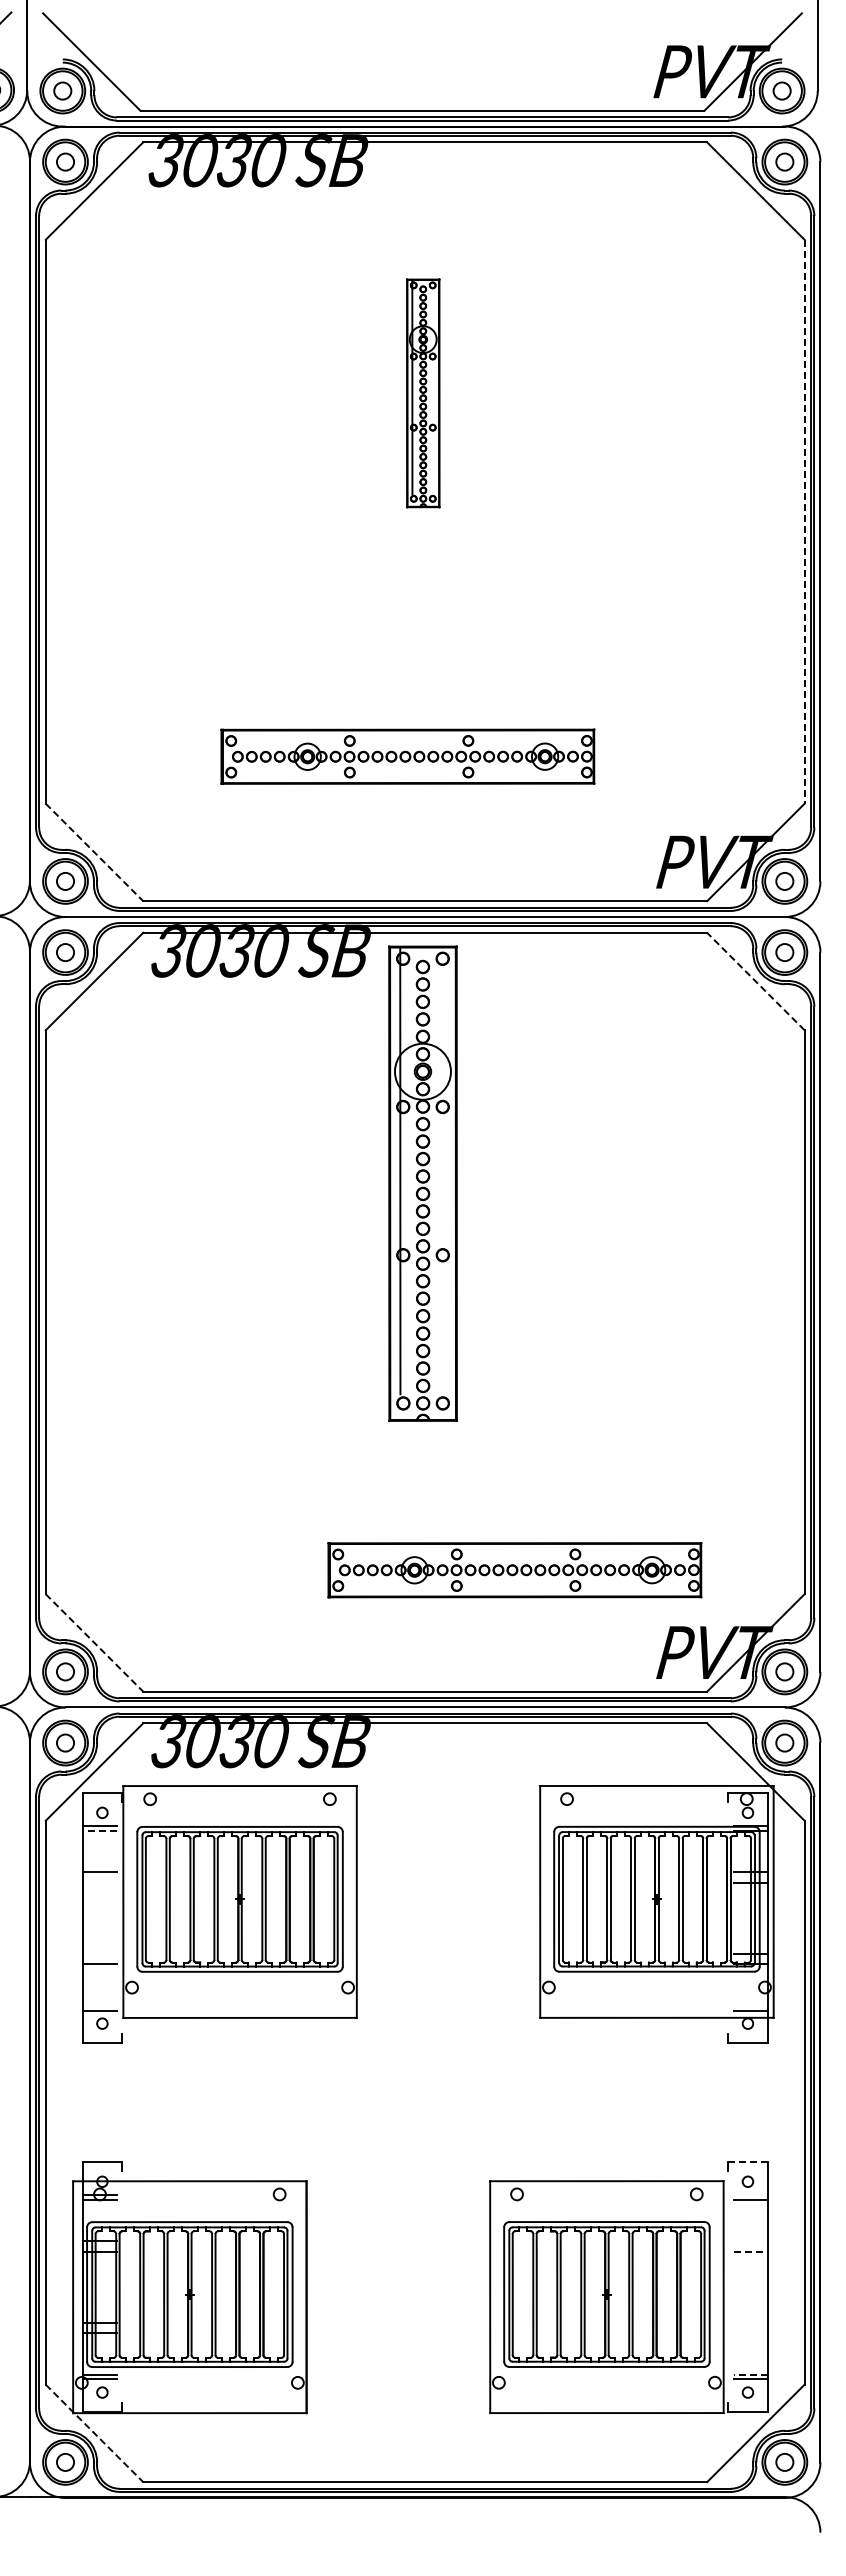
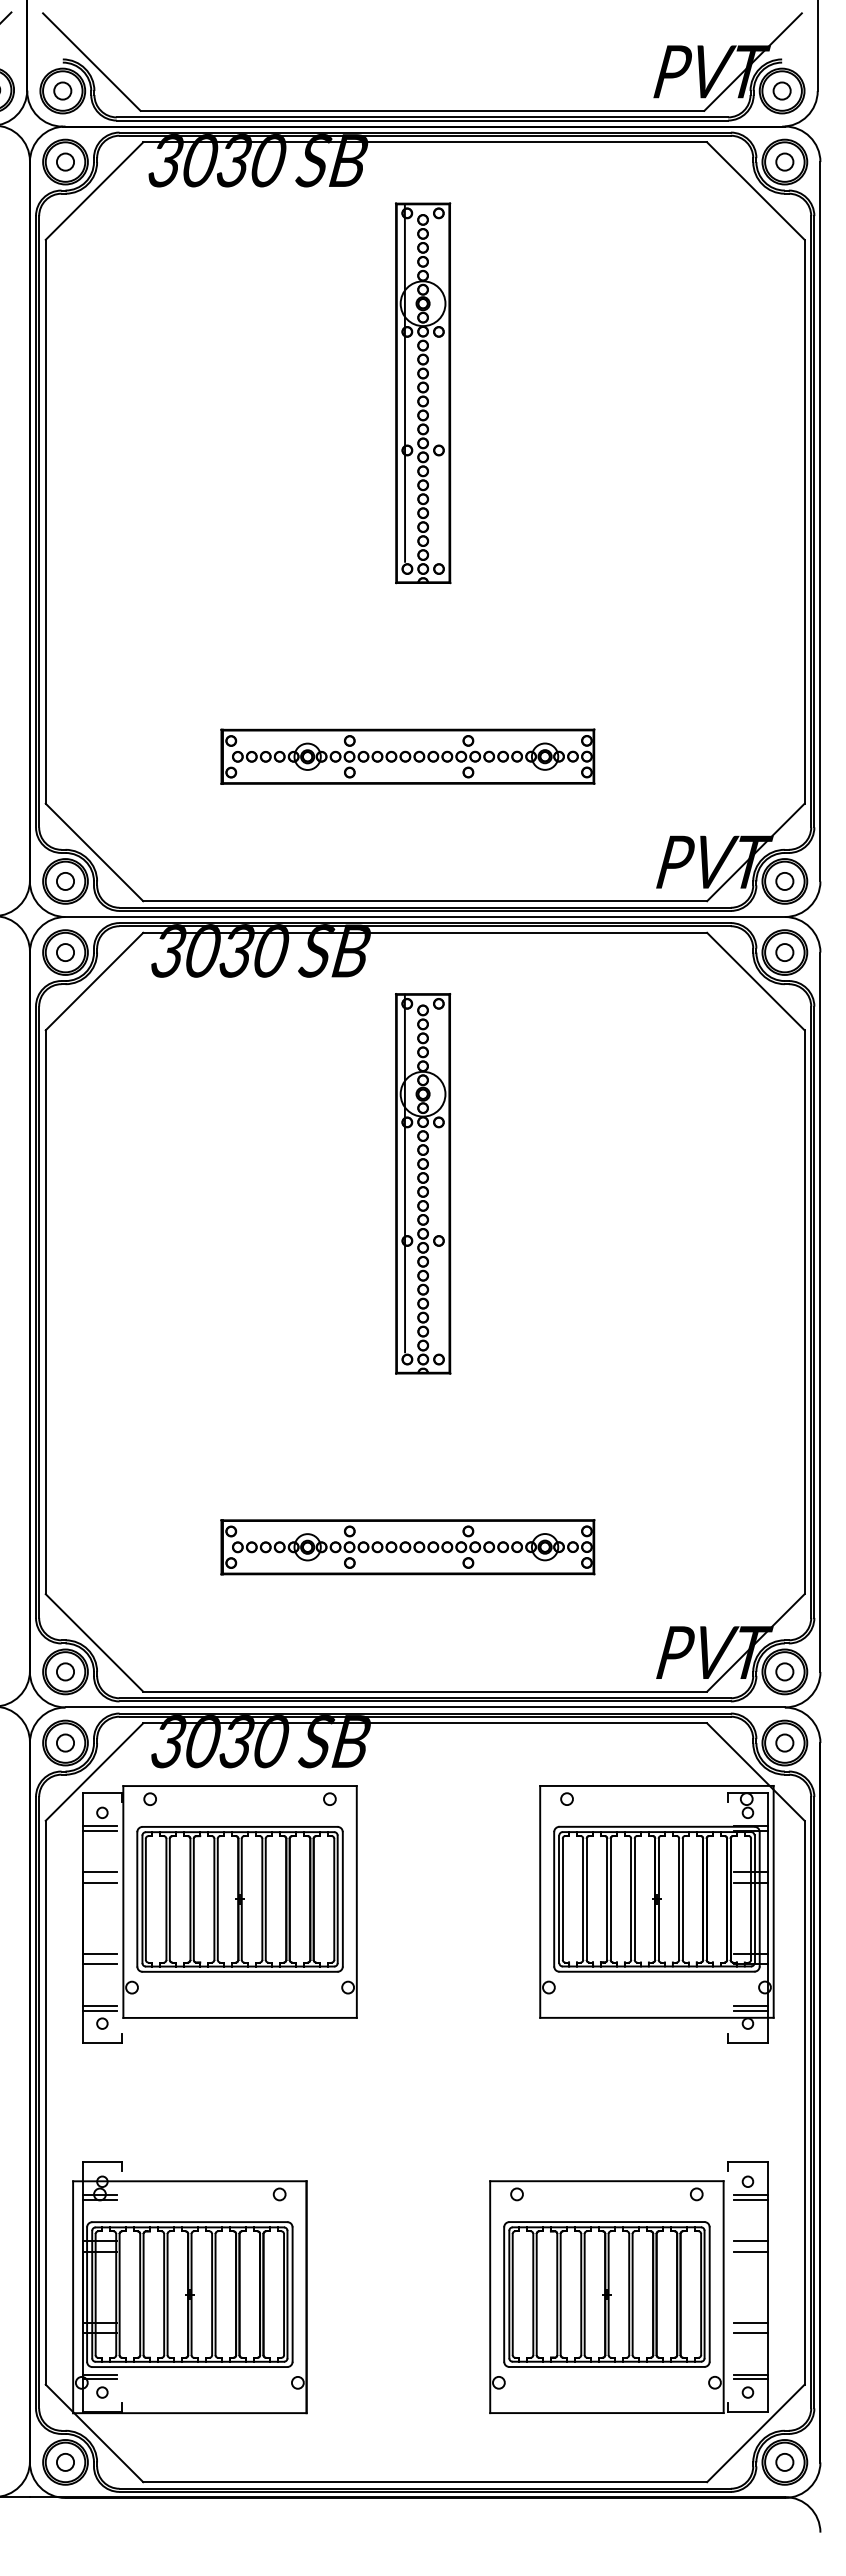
part at (423, 393) size: 35x231 px -> 57x383 px
line at (804, 521): dashed -> solid
line at (94, 852): dashed -> solid
line at (755, 981): dashed -> solid
part at (422, 1183) size: 70x477 px -> 57x382 px
part at (514, 1570) position: (514, 1570) -> (407, 1547)
line at (94, 1642): dashed -> solid
line at (99, 1830): dashed -> solid
line at (99, 1882): none -> present
line at (99, 1953): none -> present
line at (99, 2005): none -> present
line at (750, 2005): none -> present
line at (747, 2162): dashed -> solid
line at (750, 2194): none -> present
line at (750, 2241): none -> present
line at (750, 2251): dashed -> solid
line at (750, 2322): none -> present
line at (750, 2333): none -> present
line at (750, 2374): dashed -> solid
line at (94, 2433): dashed -> solid
